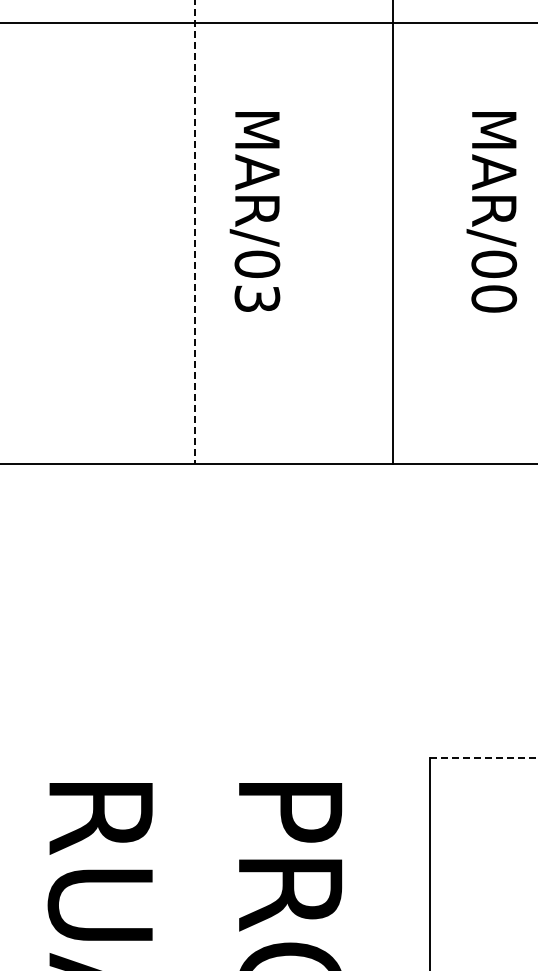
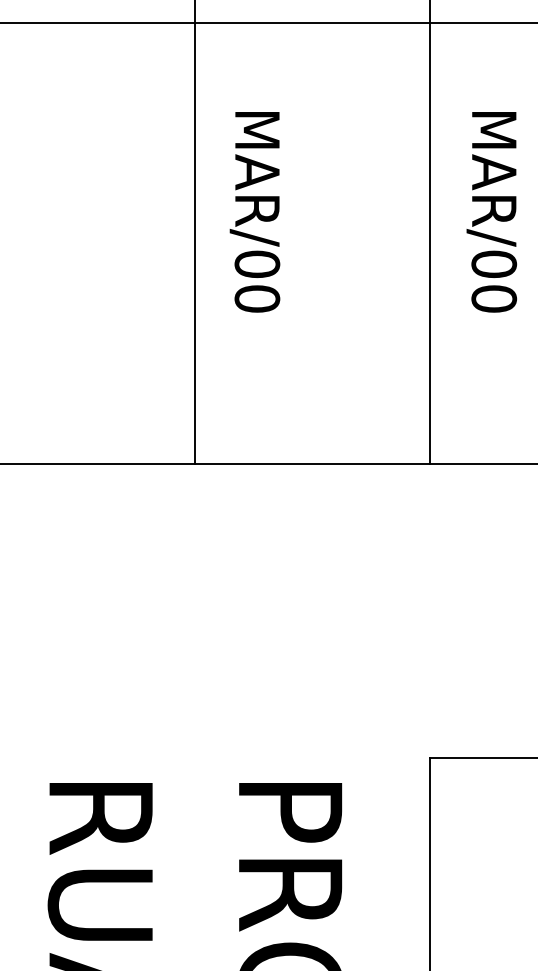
line at (194, 232): dashed -> solid
line at (393, 233) position: (393, 233) -> (430, 233)
text at (257, 298): MAR/03 -> MAR/00
line at (483, 758): dashed -> solid
